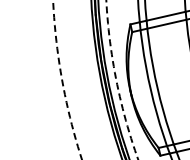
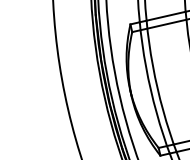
arc at (62, 81): dashed -> solid
arc at (116, 81): dashed -> solid
